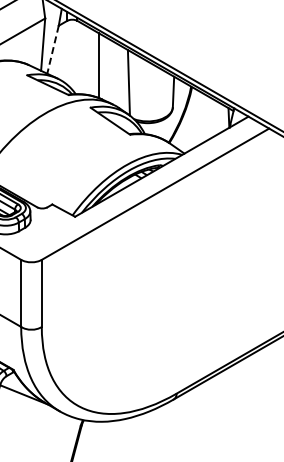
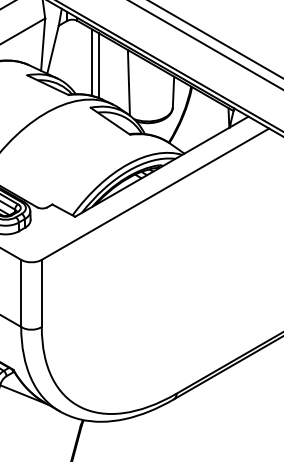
line at (215, 39): none -> present
line at (205, 45): none -> present
line at (53, 49): dashed -> solid
line at (92, 62): none -> present
